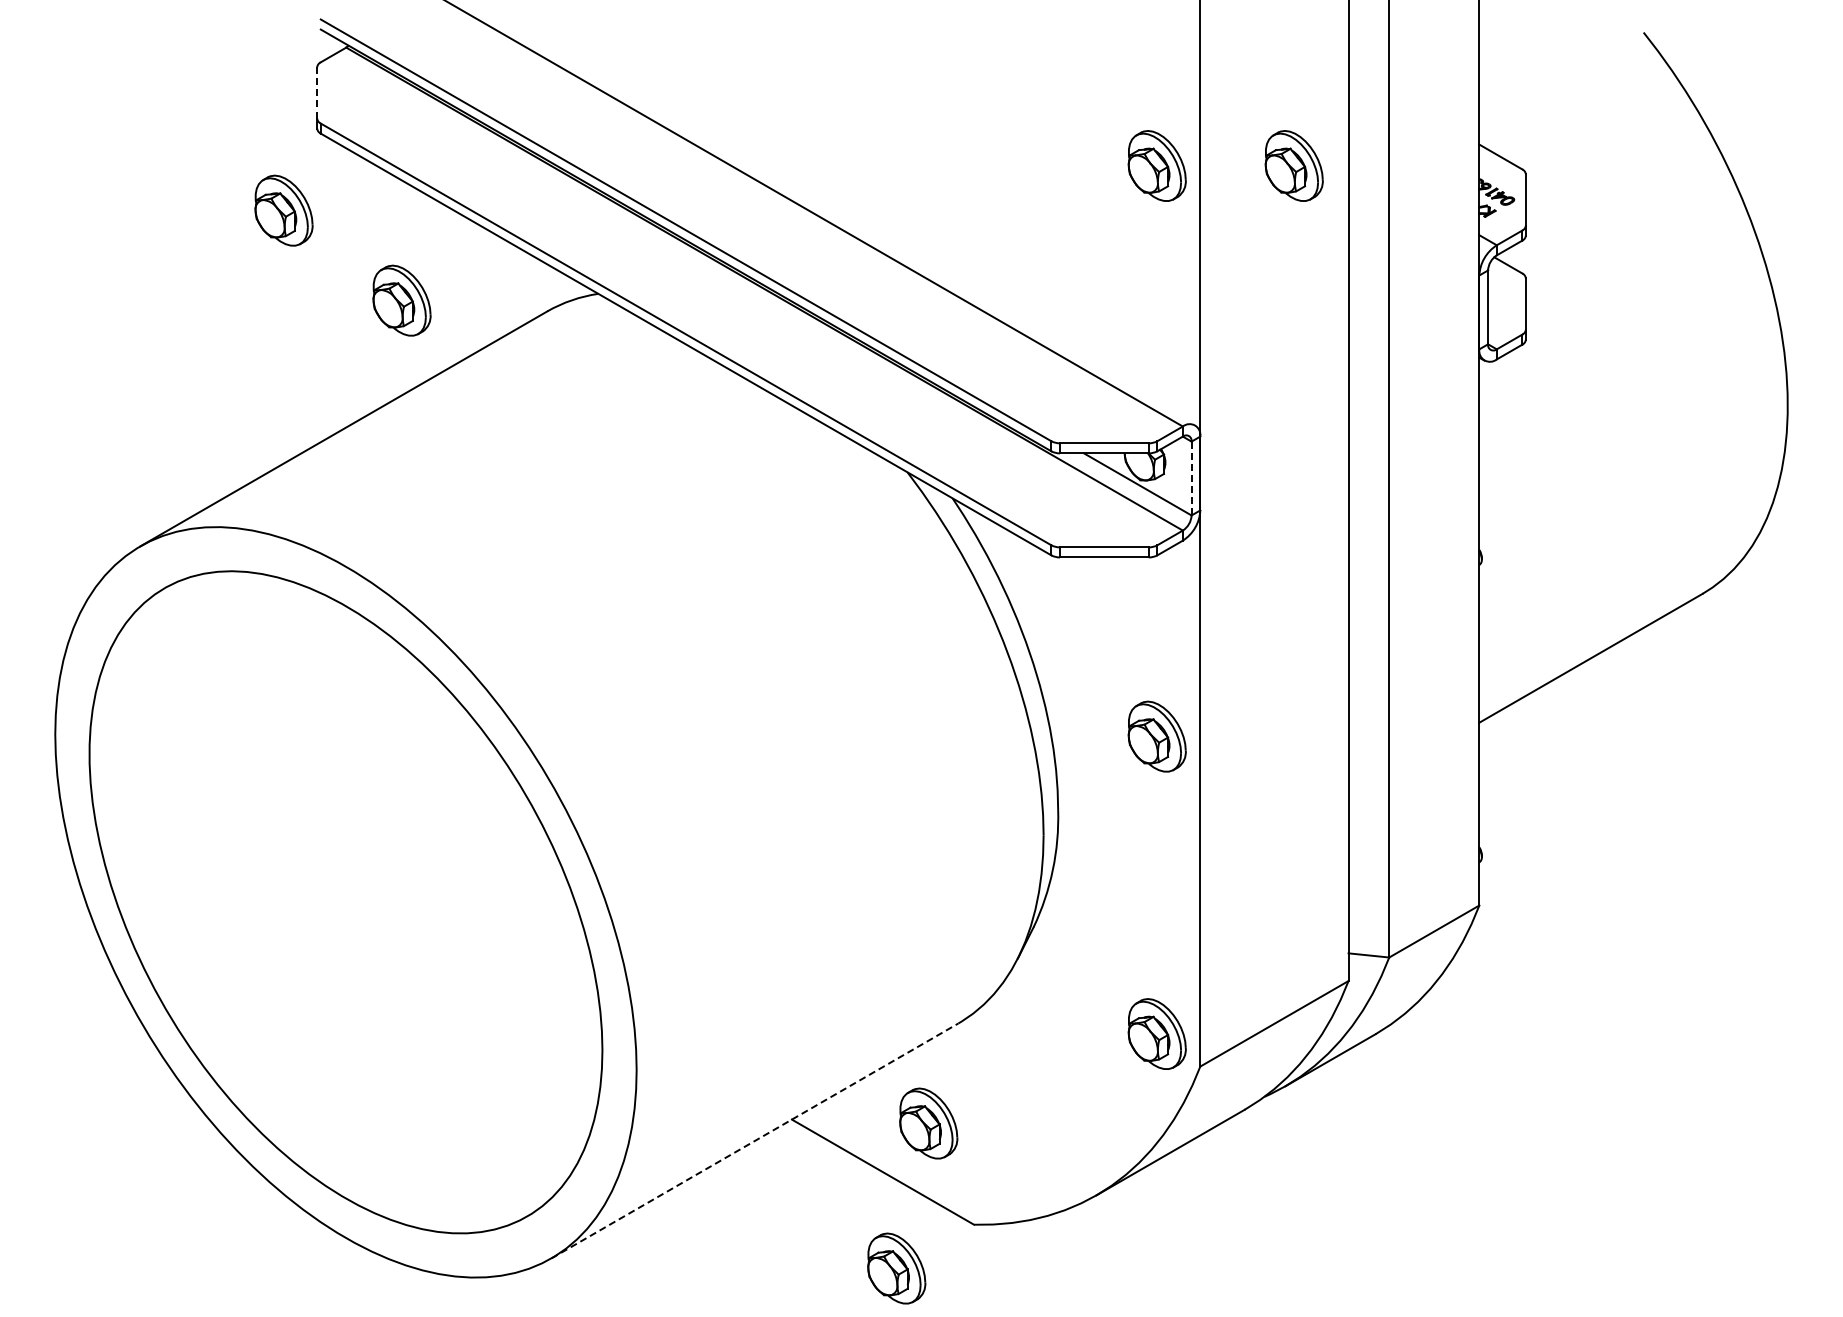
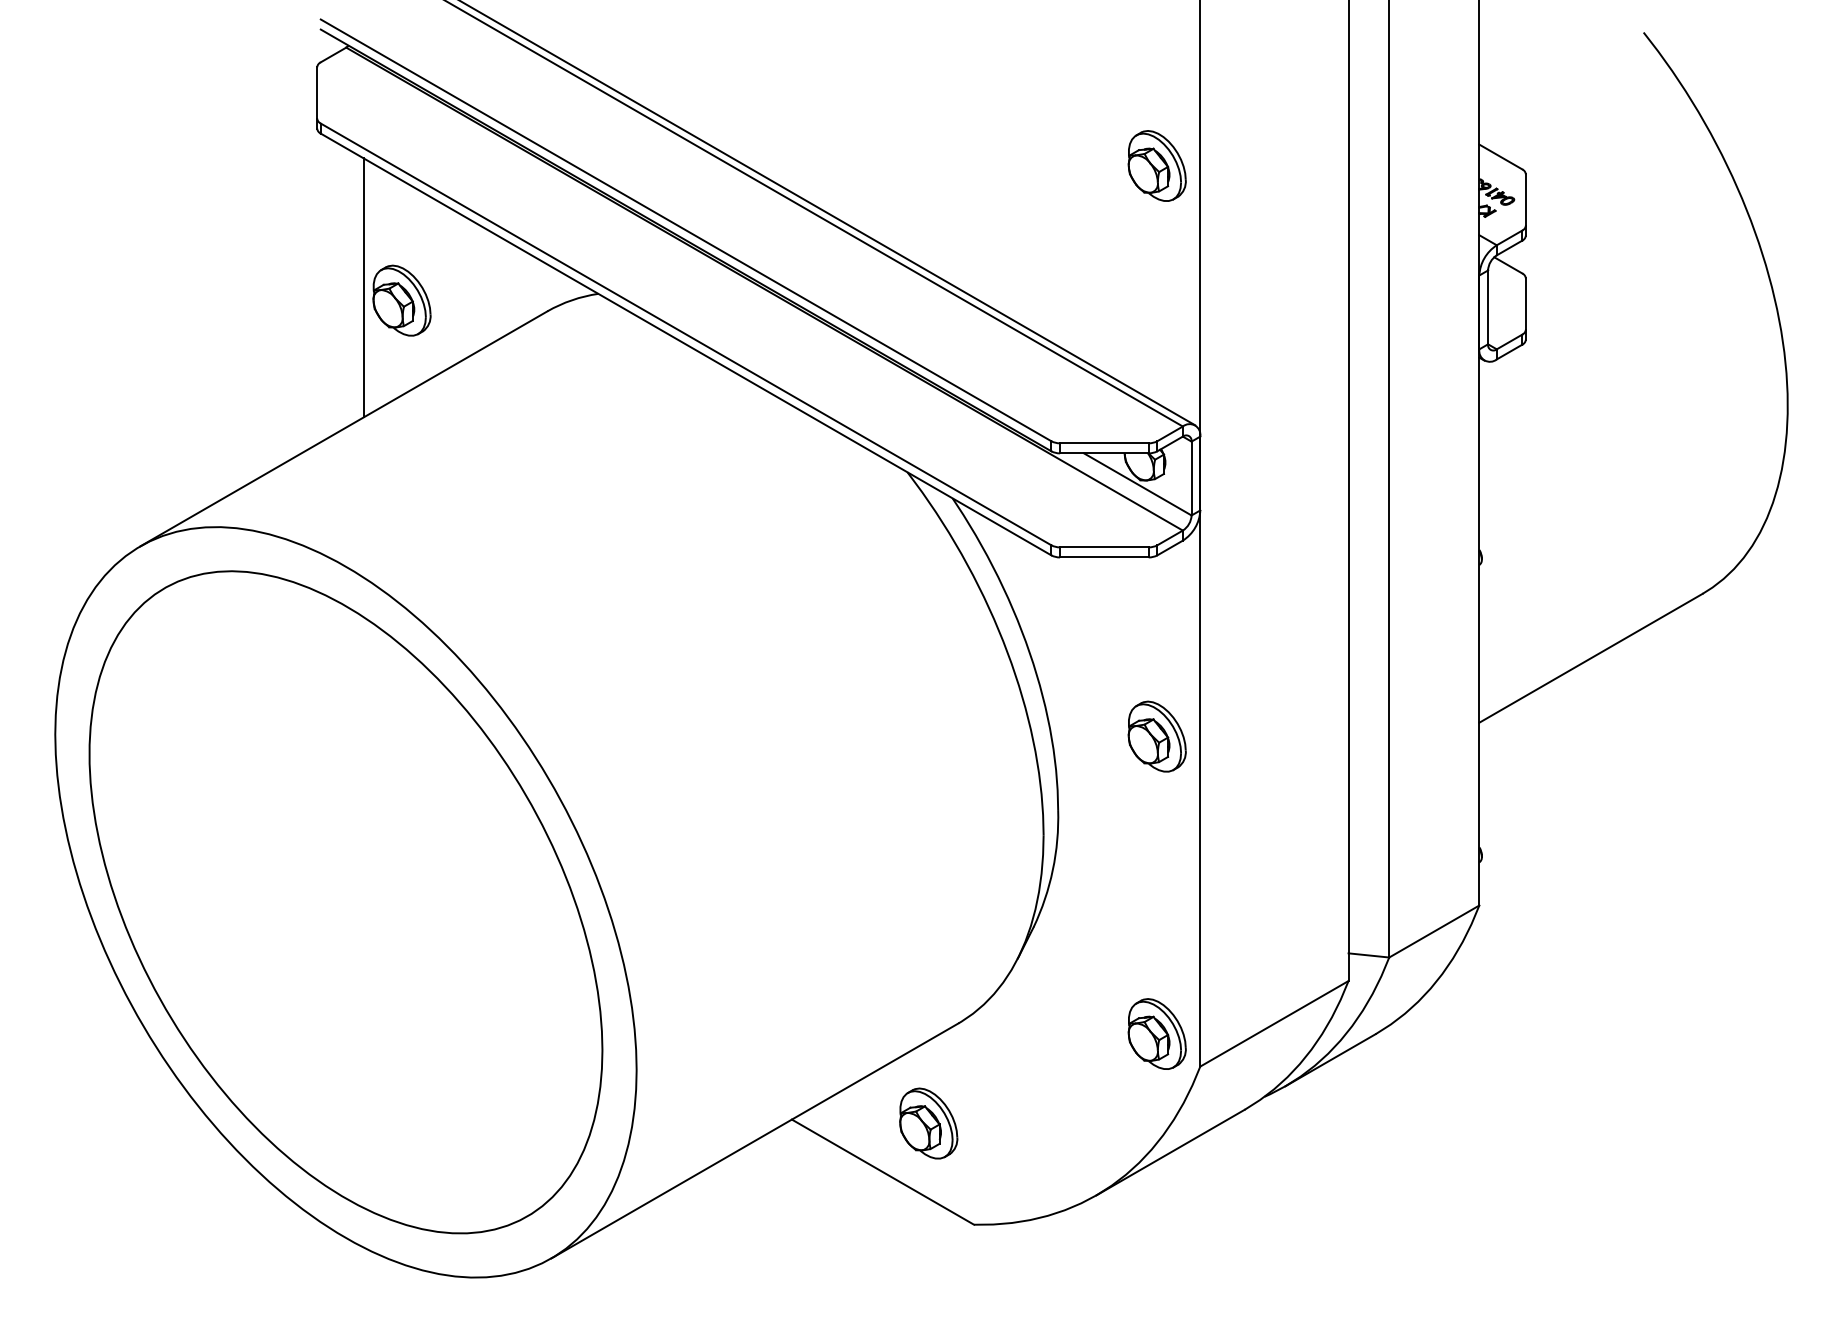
line at (317, 92): dashed -> solid
part at (1293, 165): present -> none
part at (283, 210): present -> none
line at (828, 213): none -> present
line at (363, 287): none -> present
line at (1191, 478): dashed -> solid
line at (754, 1140): dashed -> solid
part at (896, 1268): present -> none
